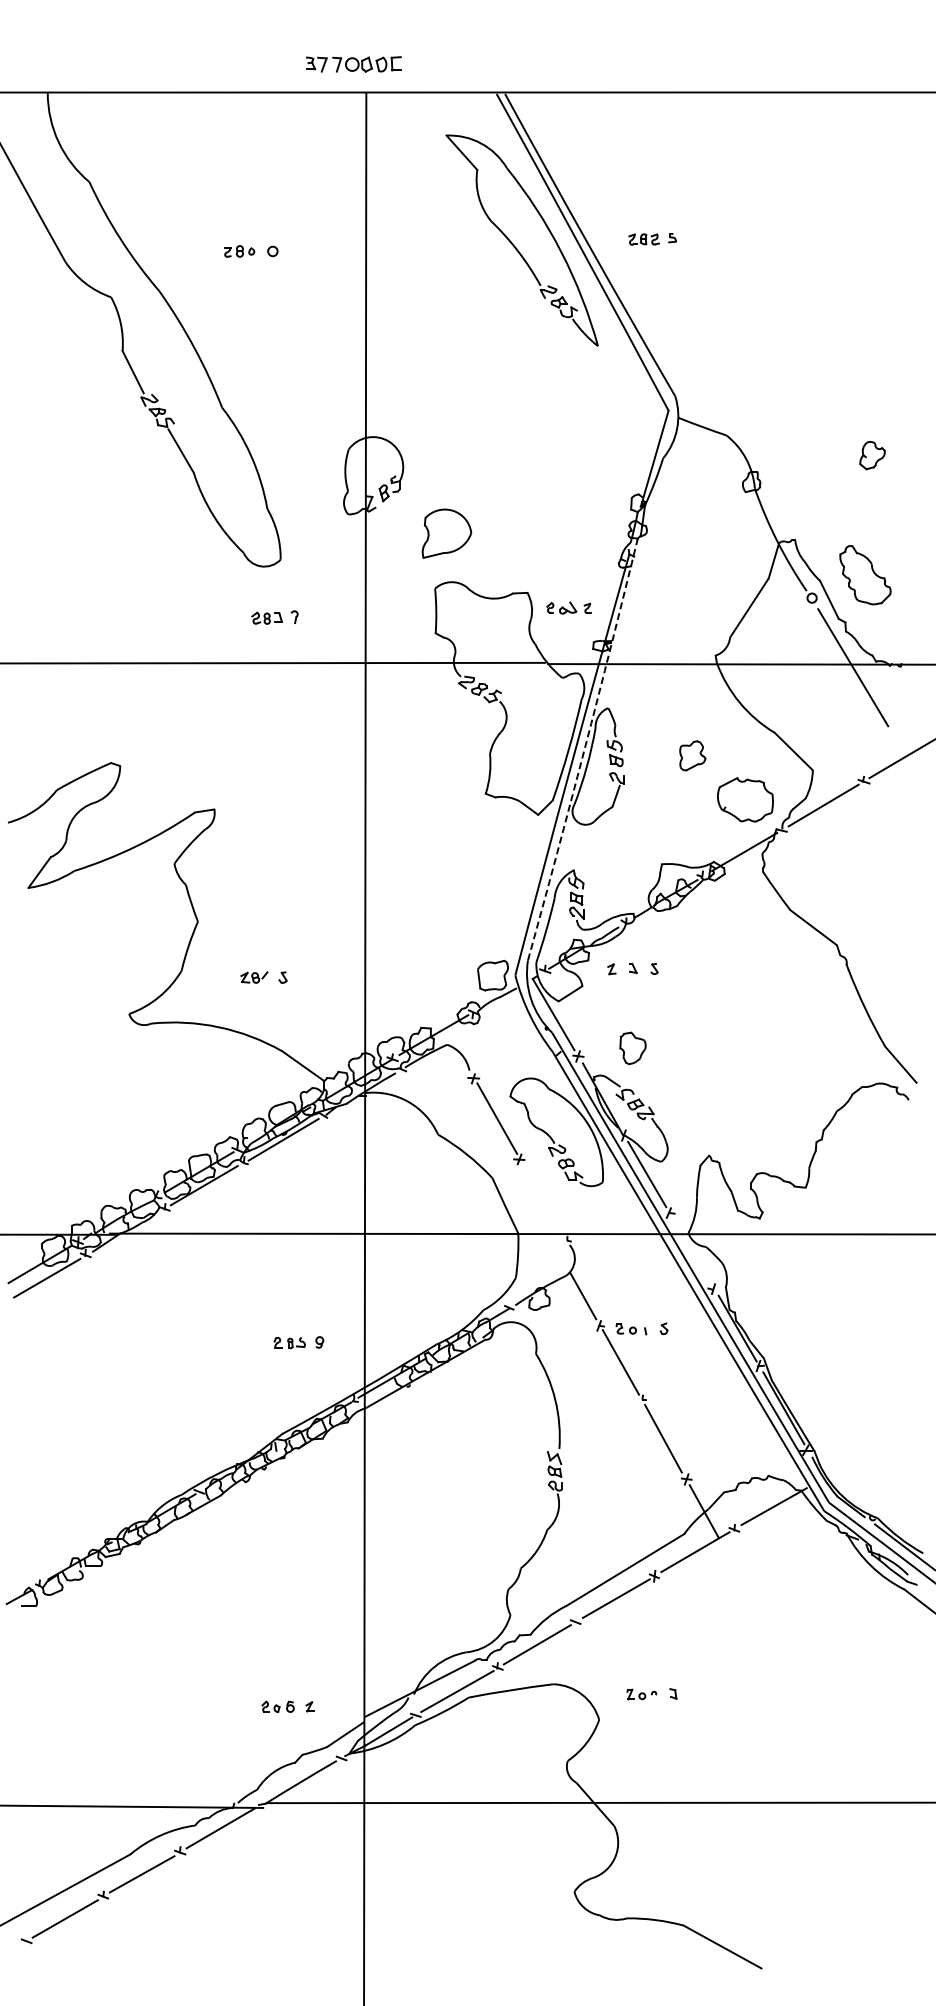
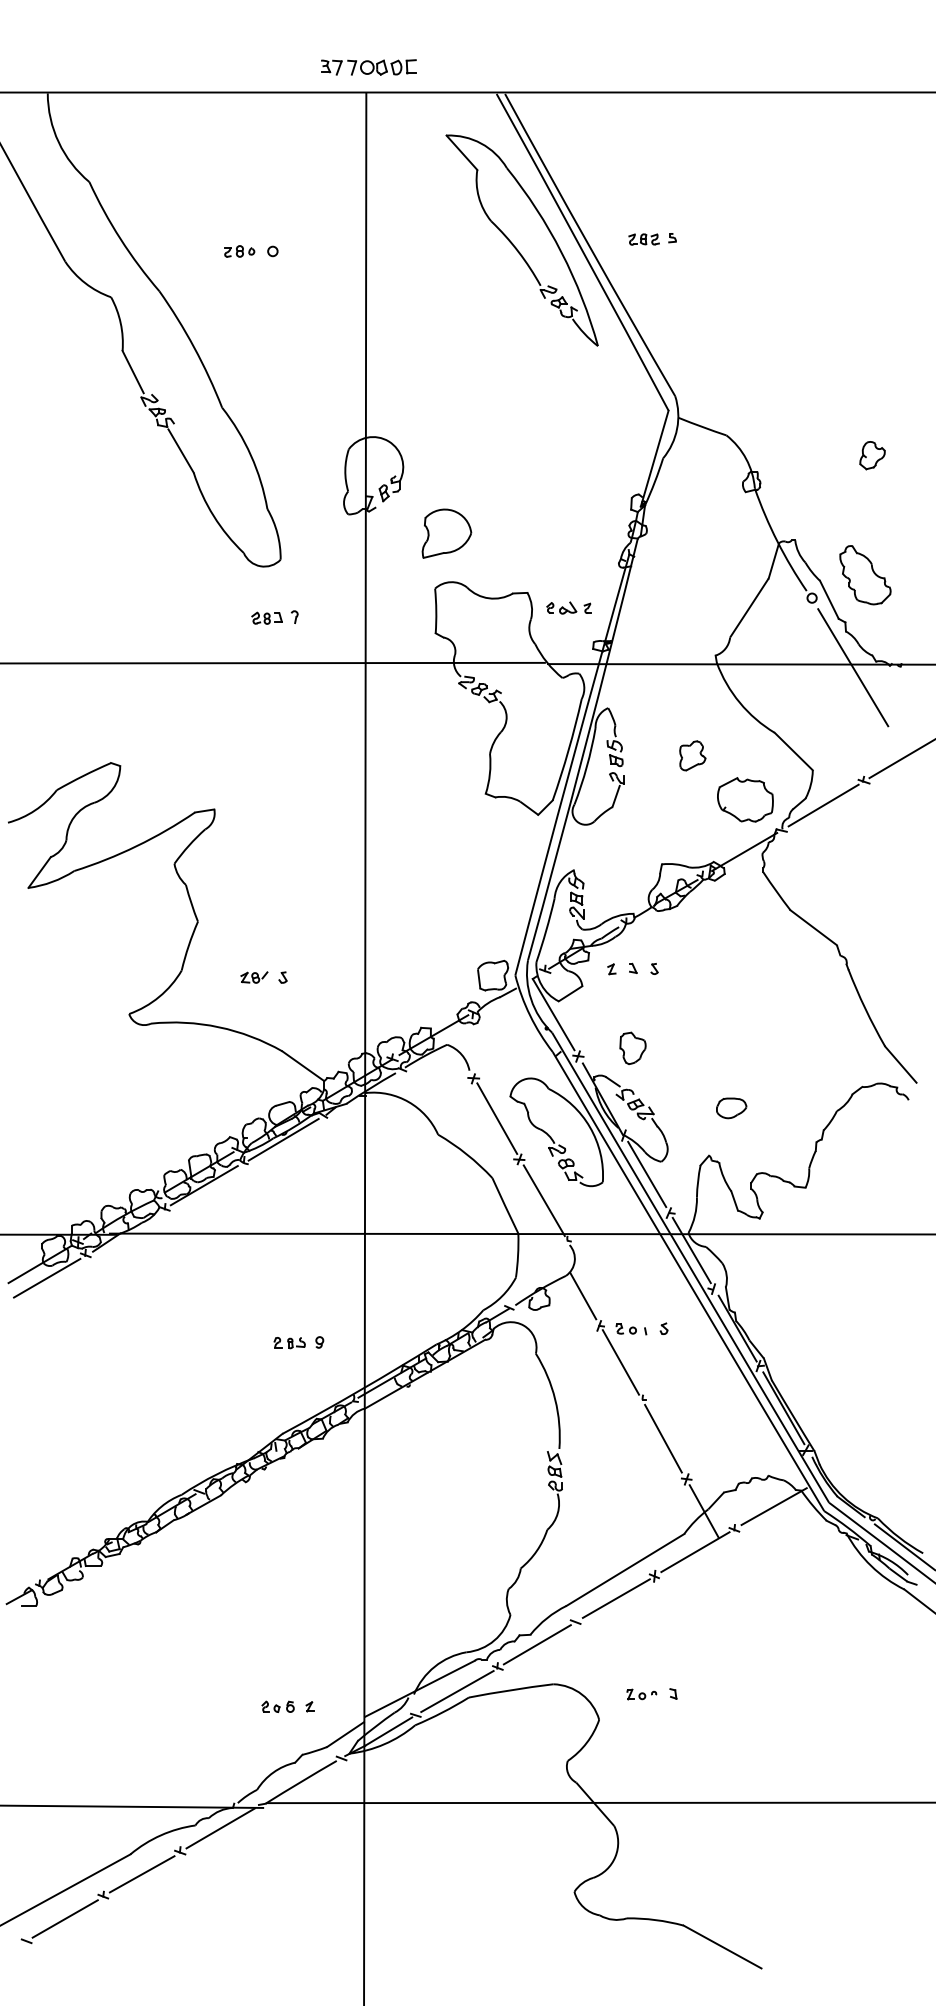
part at (353, 64) position: (353, 64) -> (368, 67)
arc at (584, 749): dashed -> solid
part at (731, 1108): none -> present
line at (543, 1200): none -> present
line at (691, 1250): none -> present
